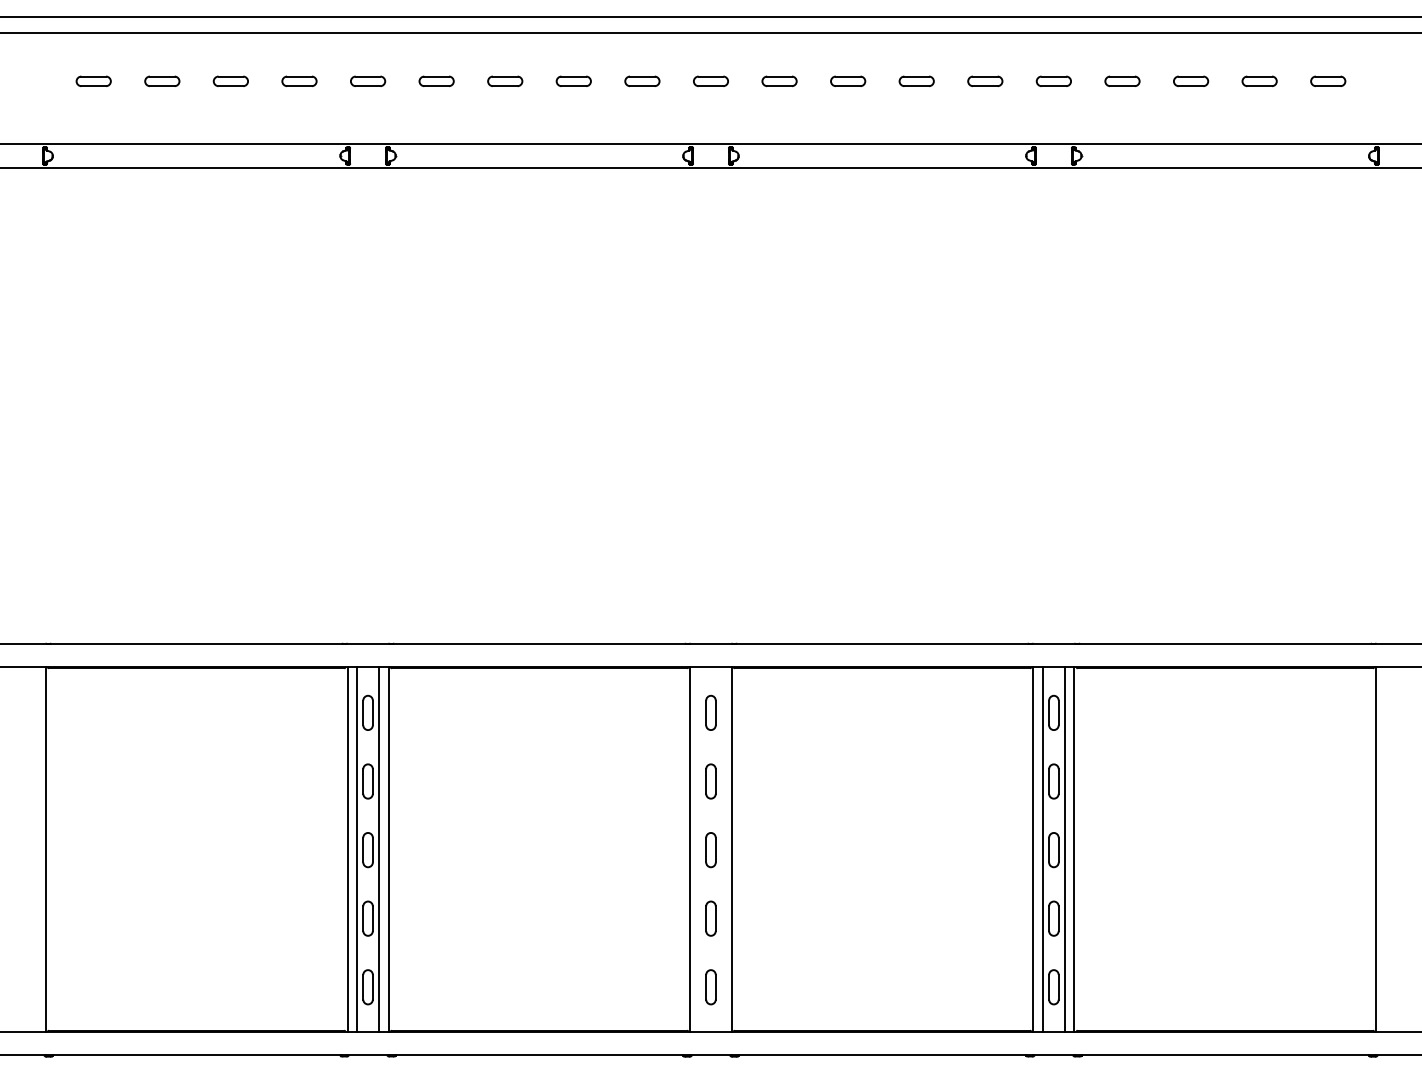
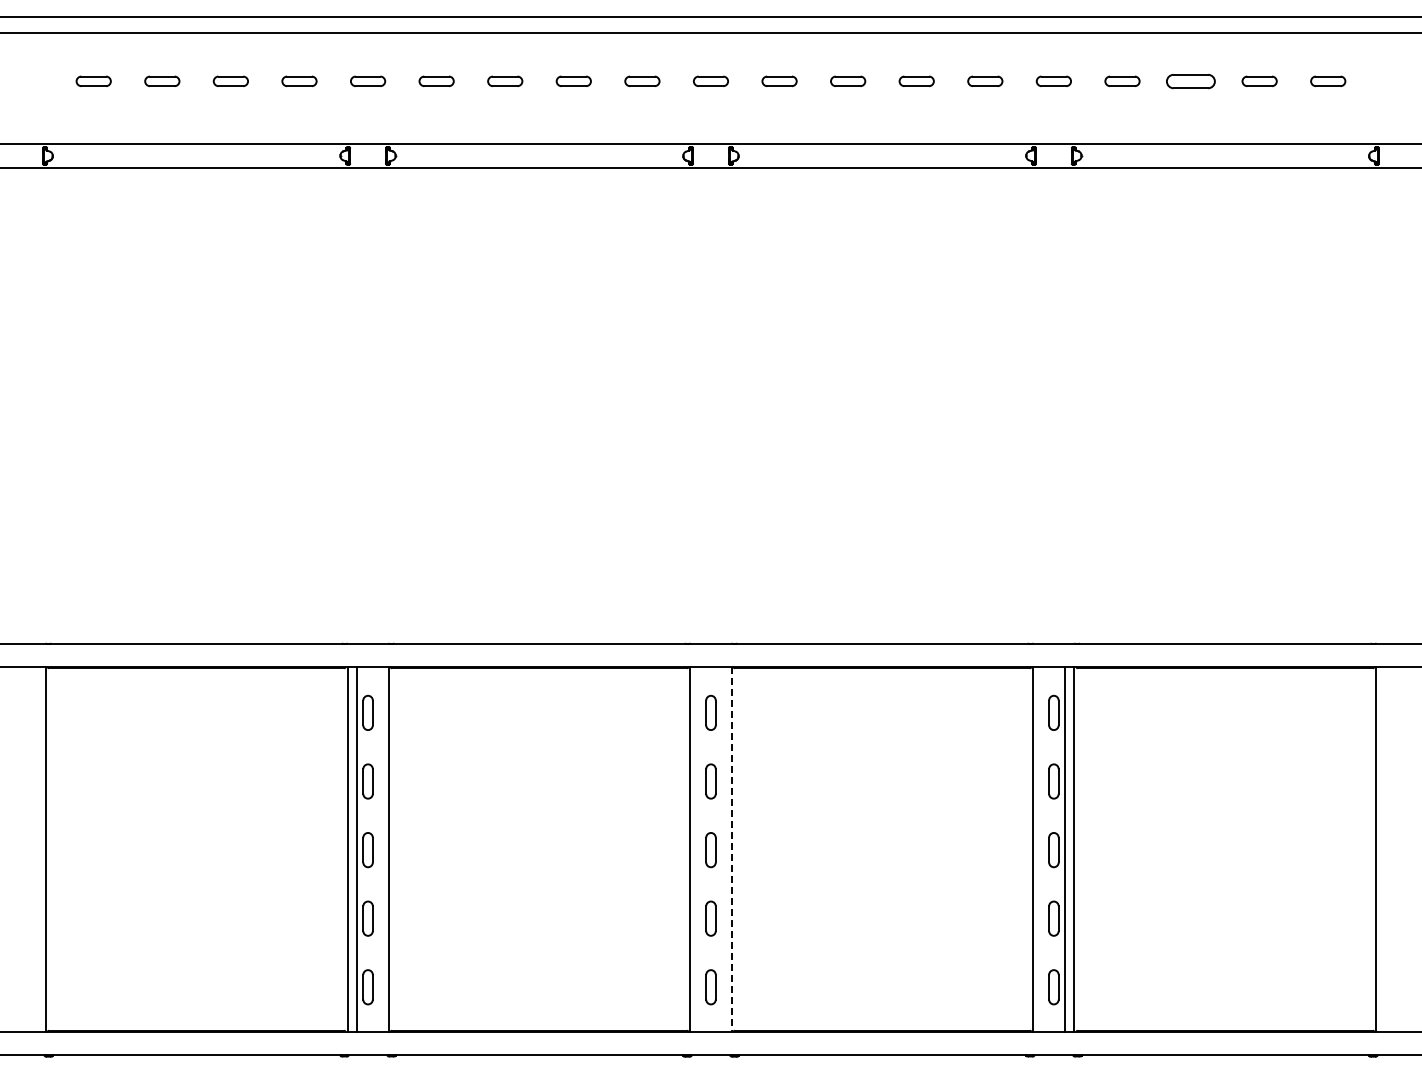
part at (1191, 80) size: 37x12 px -> 50x16 px
line at (378, 849): present -> none
line at (1043, 849): present -> none
line at (731, 850): solid -> dashed
